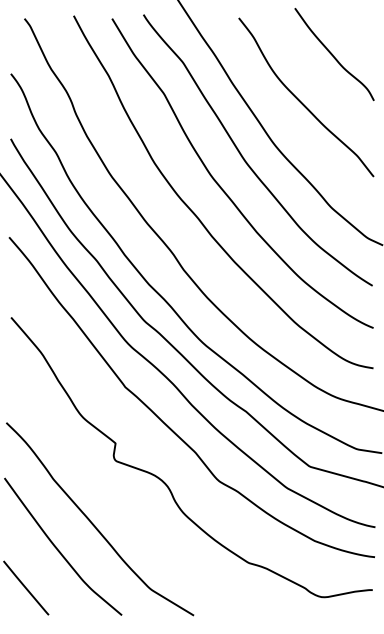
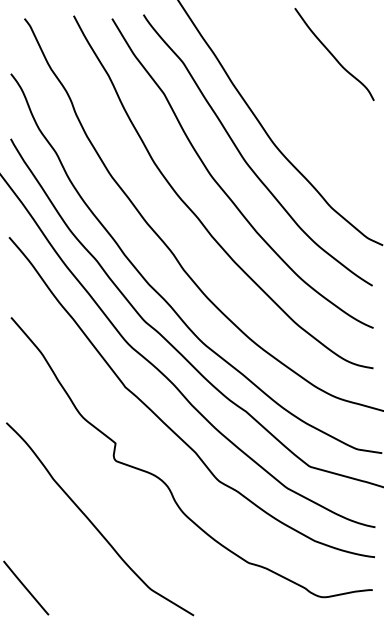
curve at (301, 101): present -> none
curve at (59, 550): present -> none
